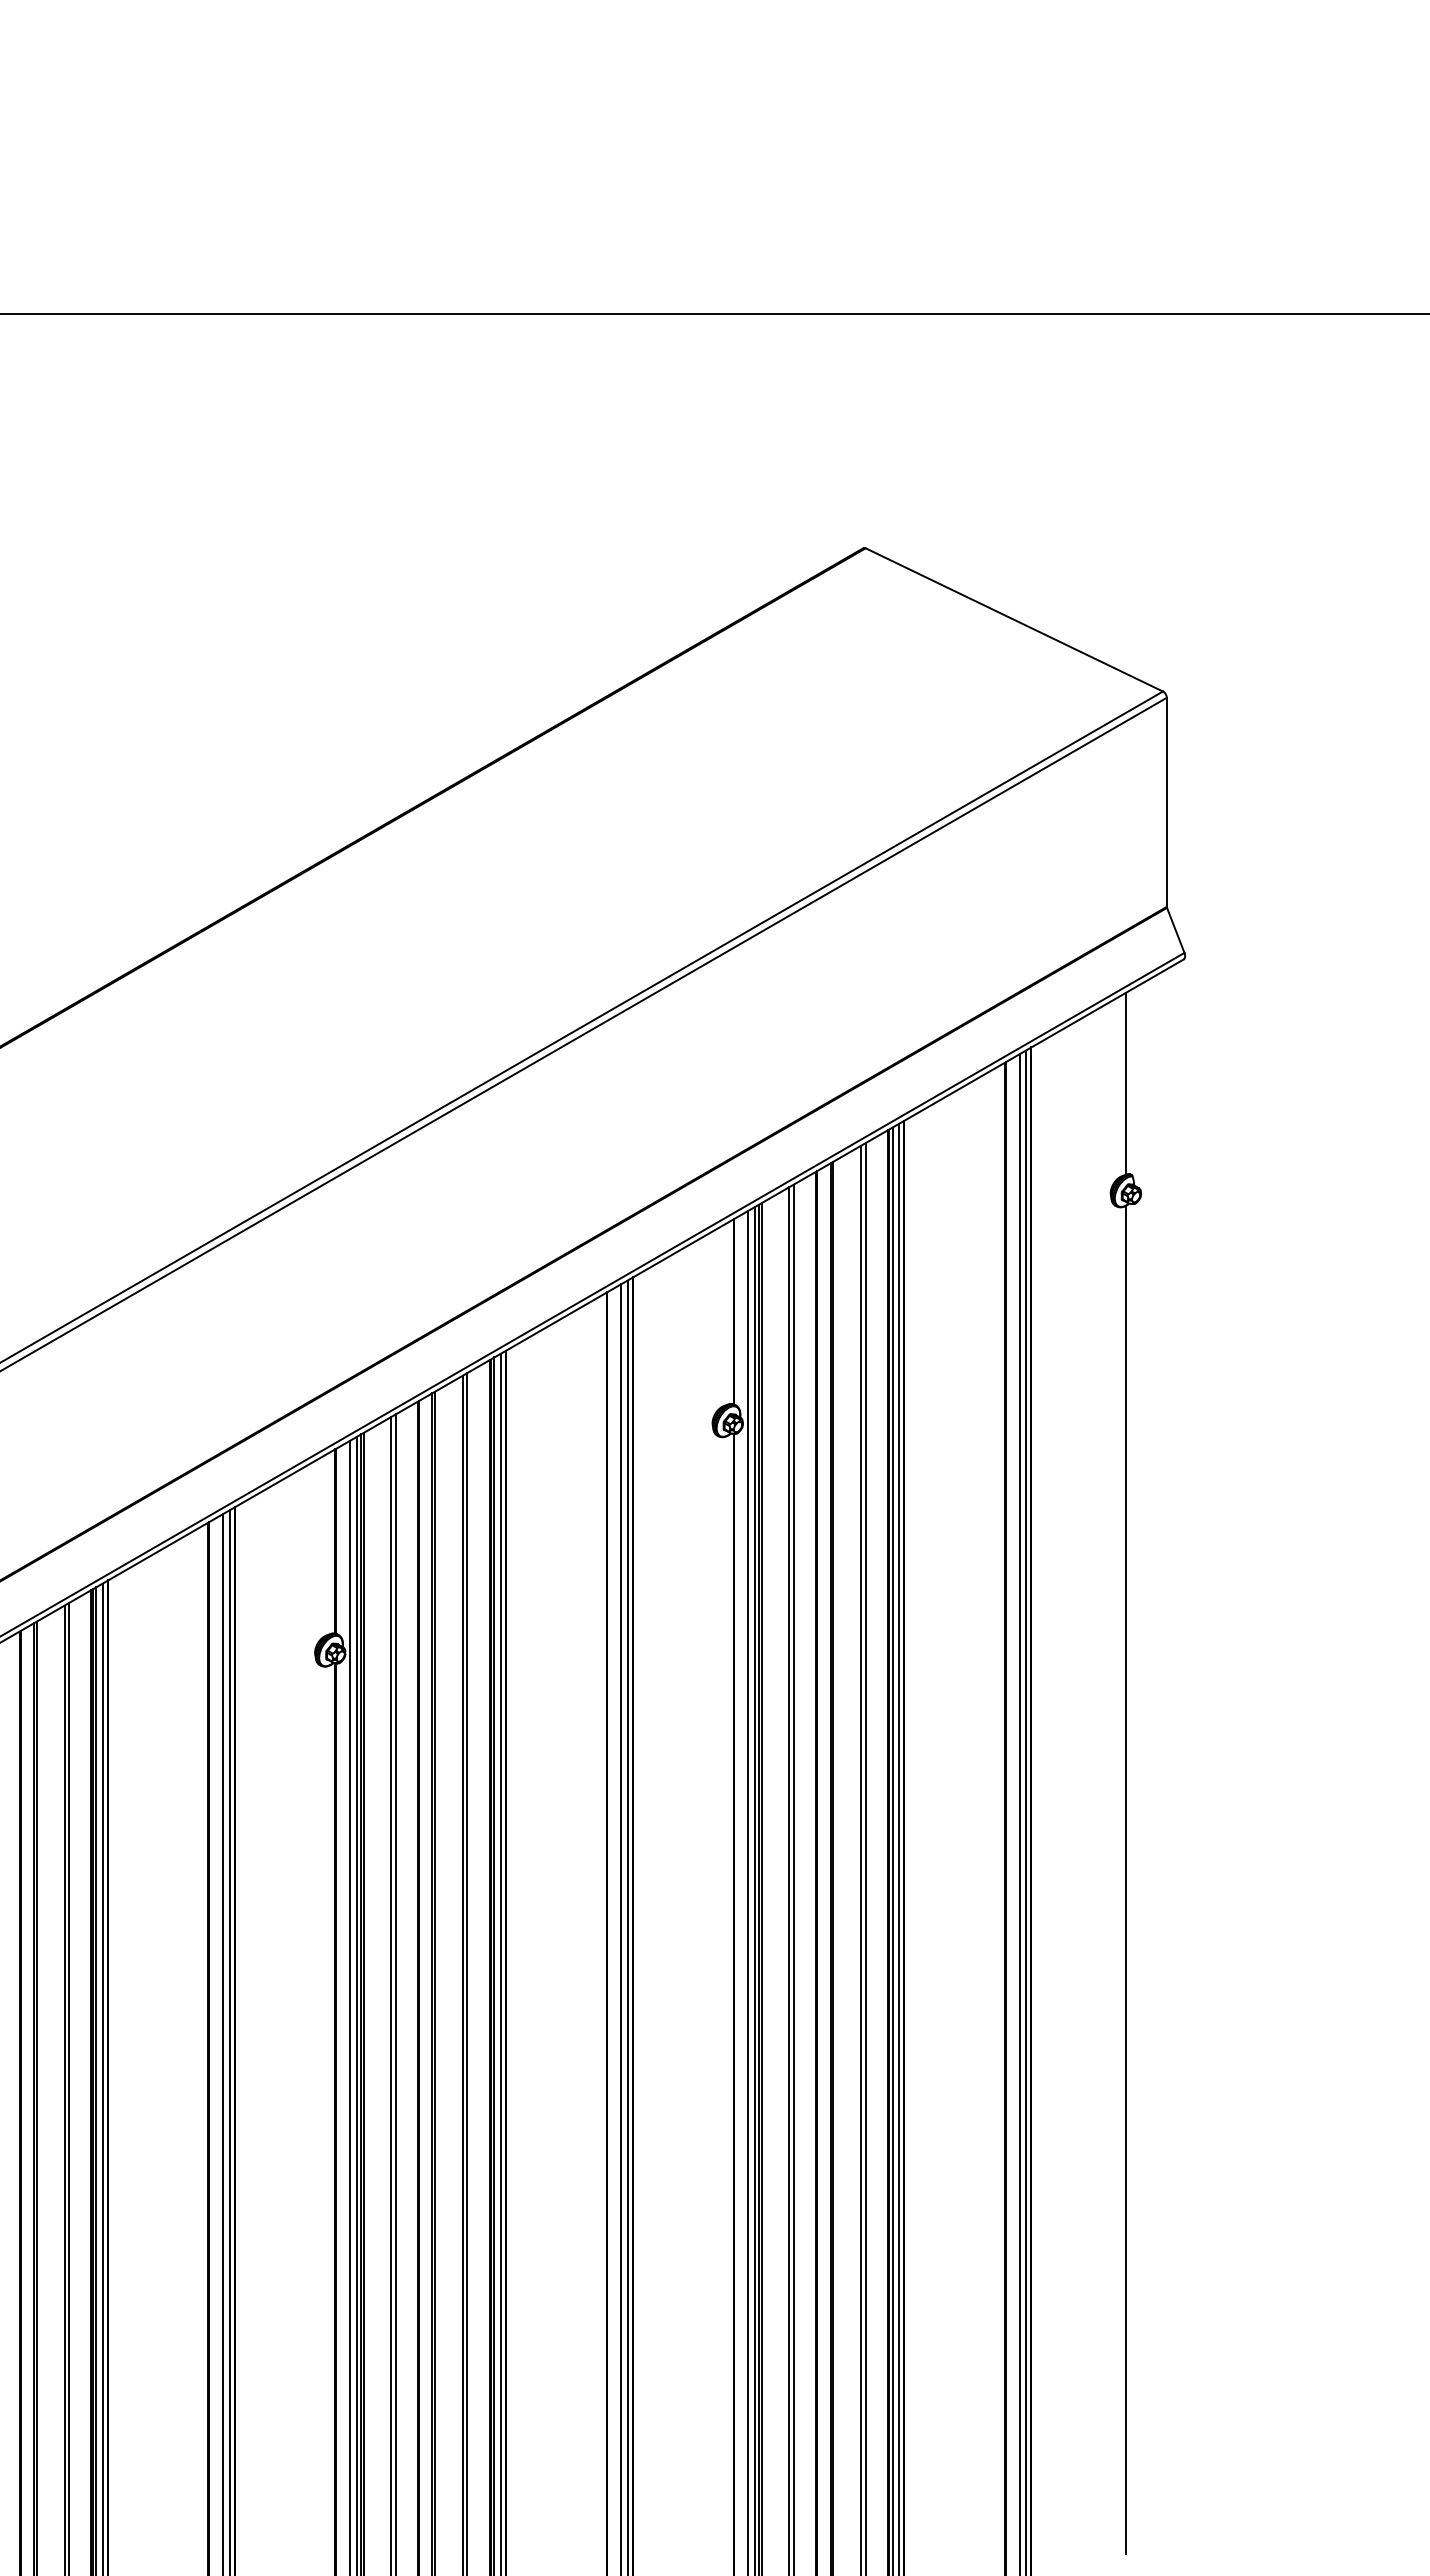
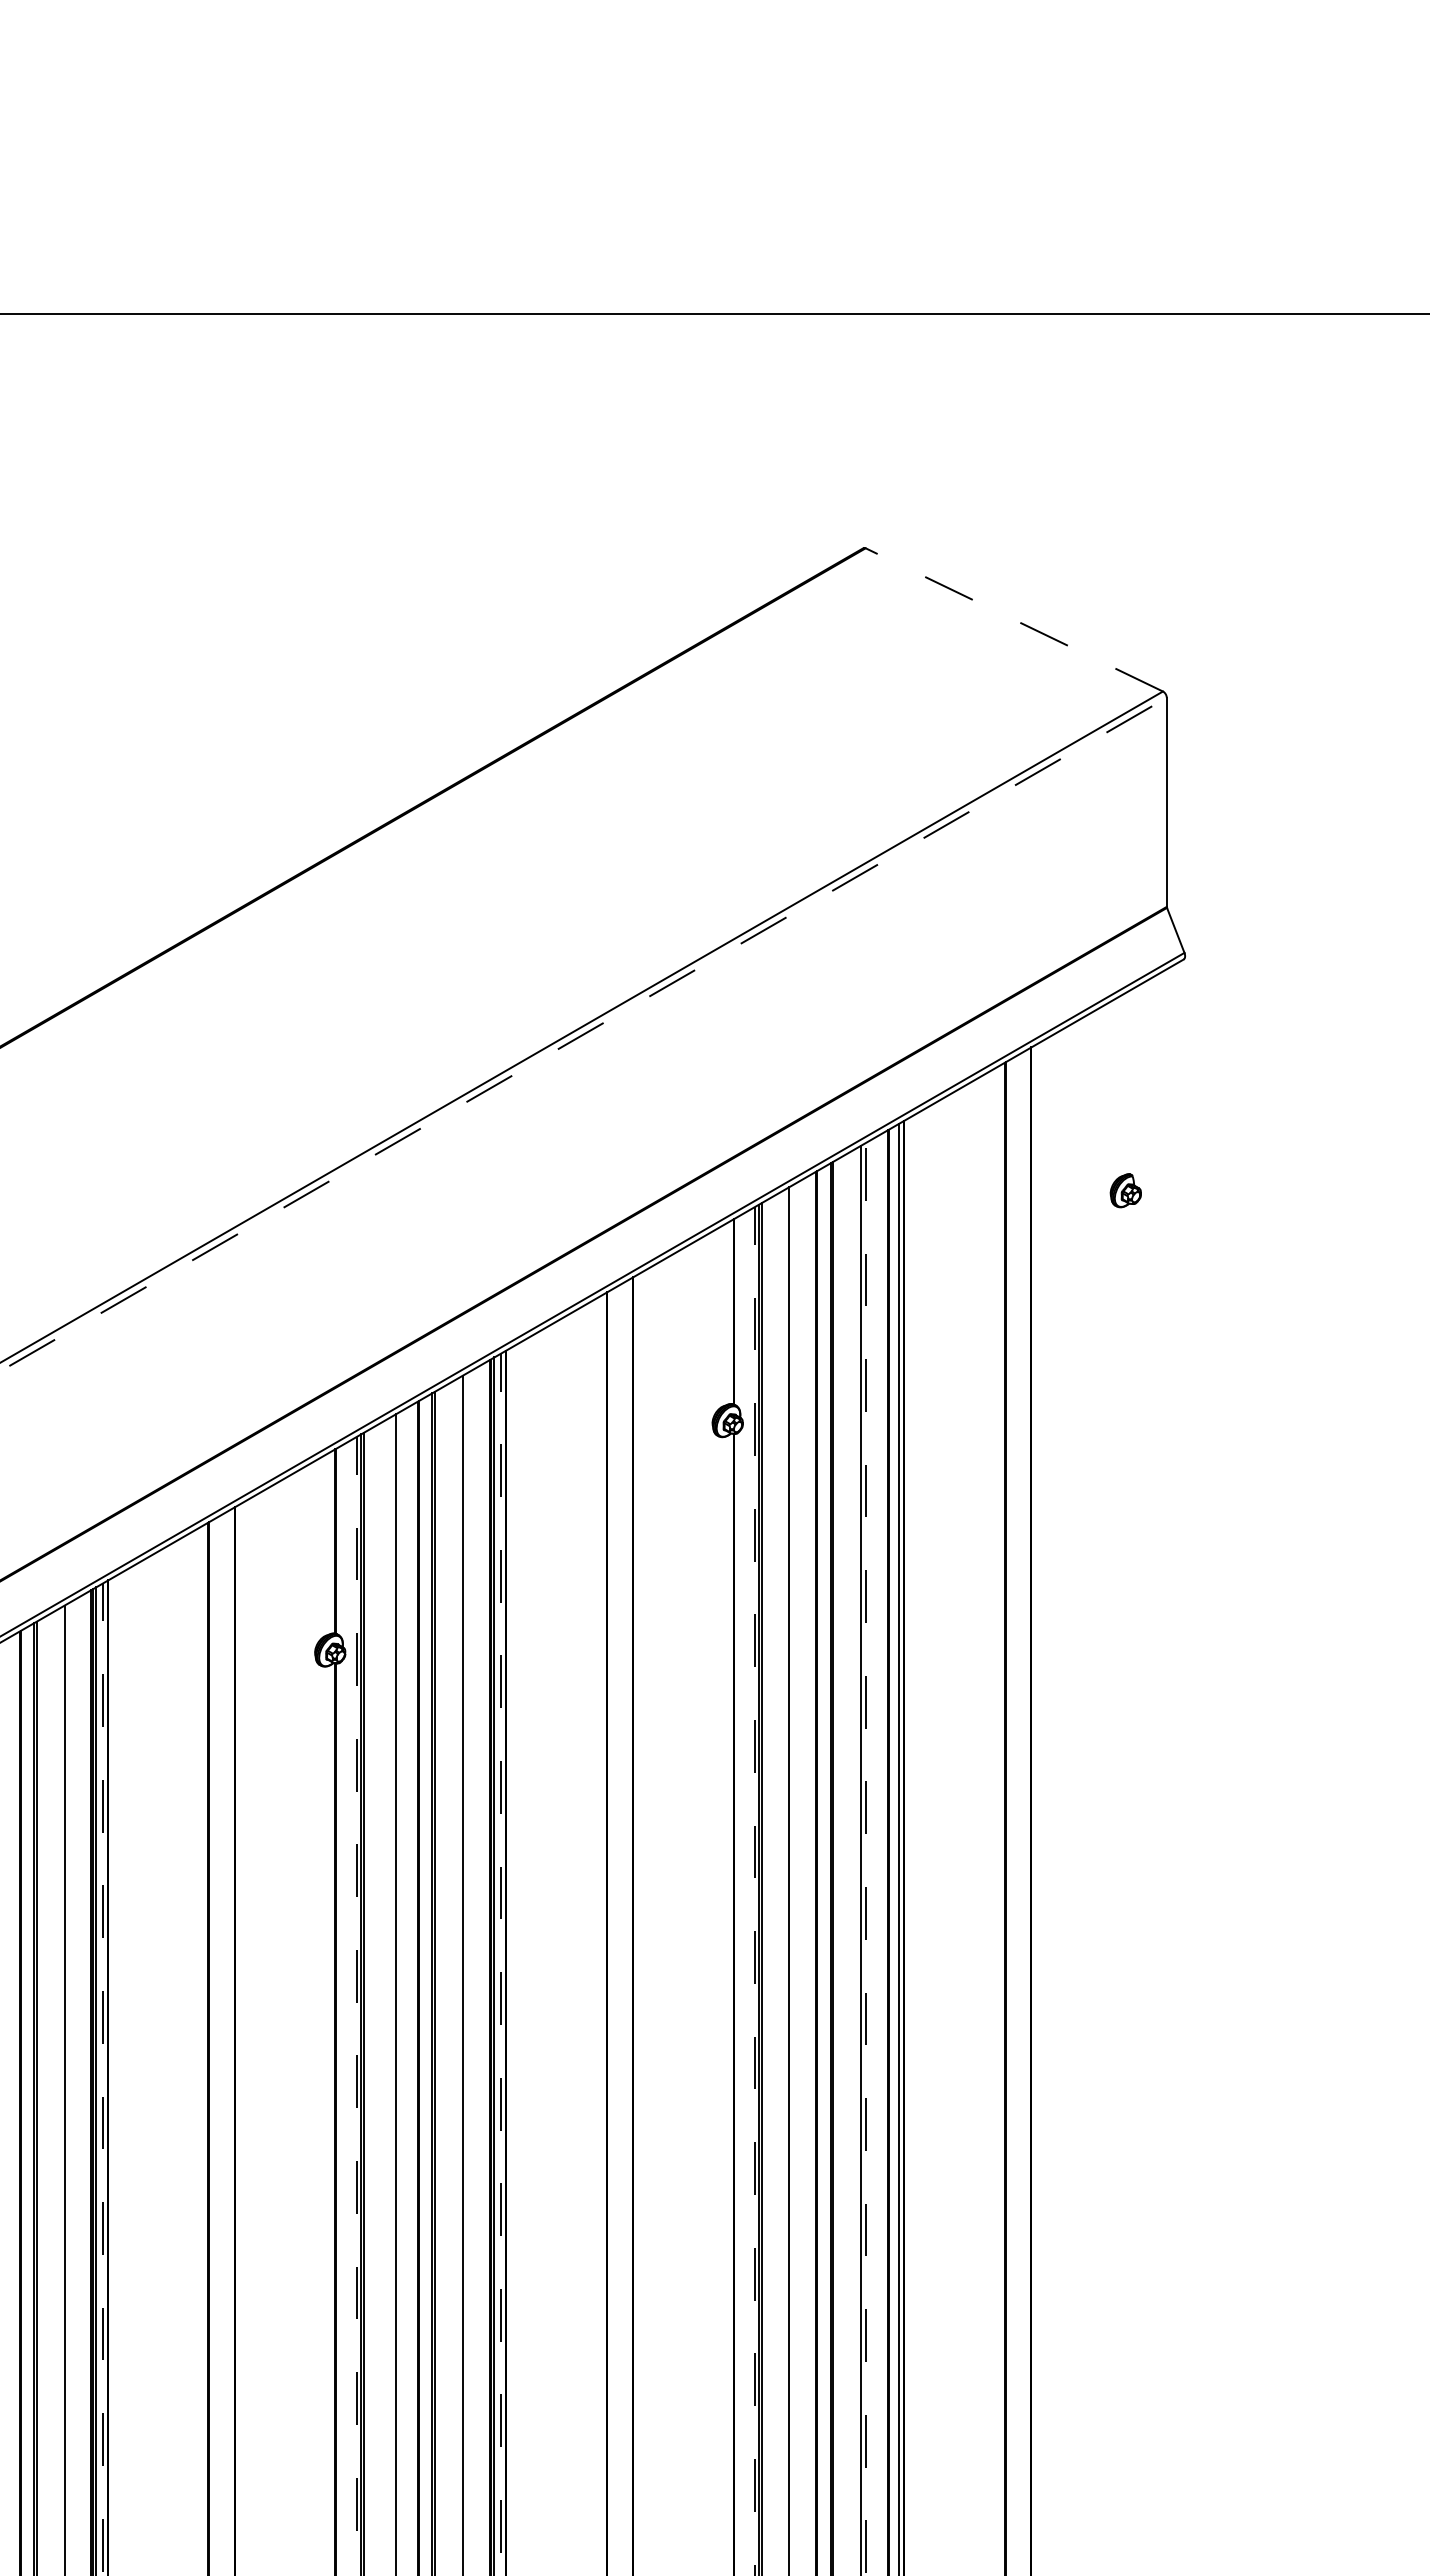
line at (1014, 619): solid -> dashed
line at (583, 1034): solid -> dashed
line at (1125, 1083): present -> none
line at (1025, 1811): present -> none
line at (1019, 1813): present -> none
line at (892, 1849): present -> none
line at (865, 1859): solid -> dashed
line at (793, 1878): present -> none
line at (1125, 1879): present -> none
line at (748, 1891): present -> none
line at (754, 1891): solid -> dashed
line at (627, 1926): present -> none
line at (621, 1928): present -> none
line at (500, 1964): solid -> dashed
line at (467, 1972): present -> none
line at (391, 1994): present -> none
line at (356, 2005): solid -> dashed
line at (350, 2006): present -> none
line at (229, 2041): present -> none
line at (223, 2043): present -> none
line at (102, 2079): solid -> dashed
line at (69, 2087): present -> none
